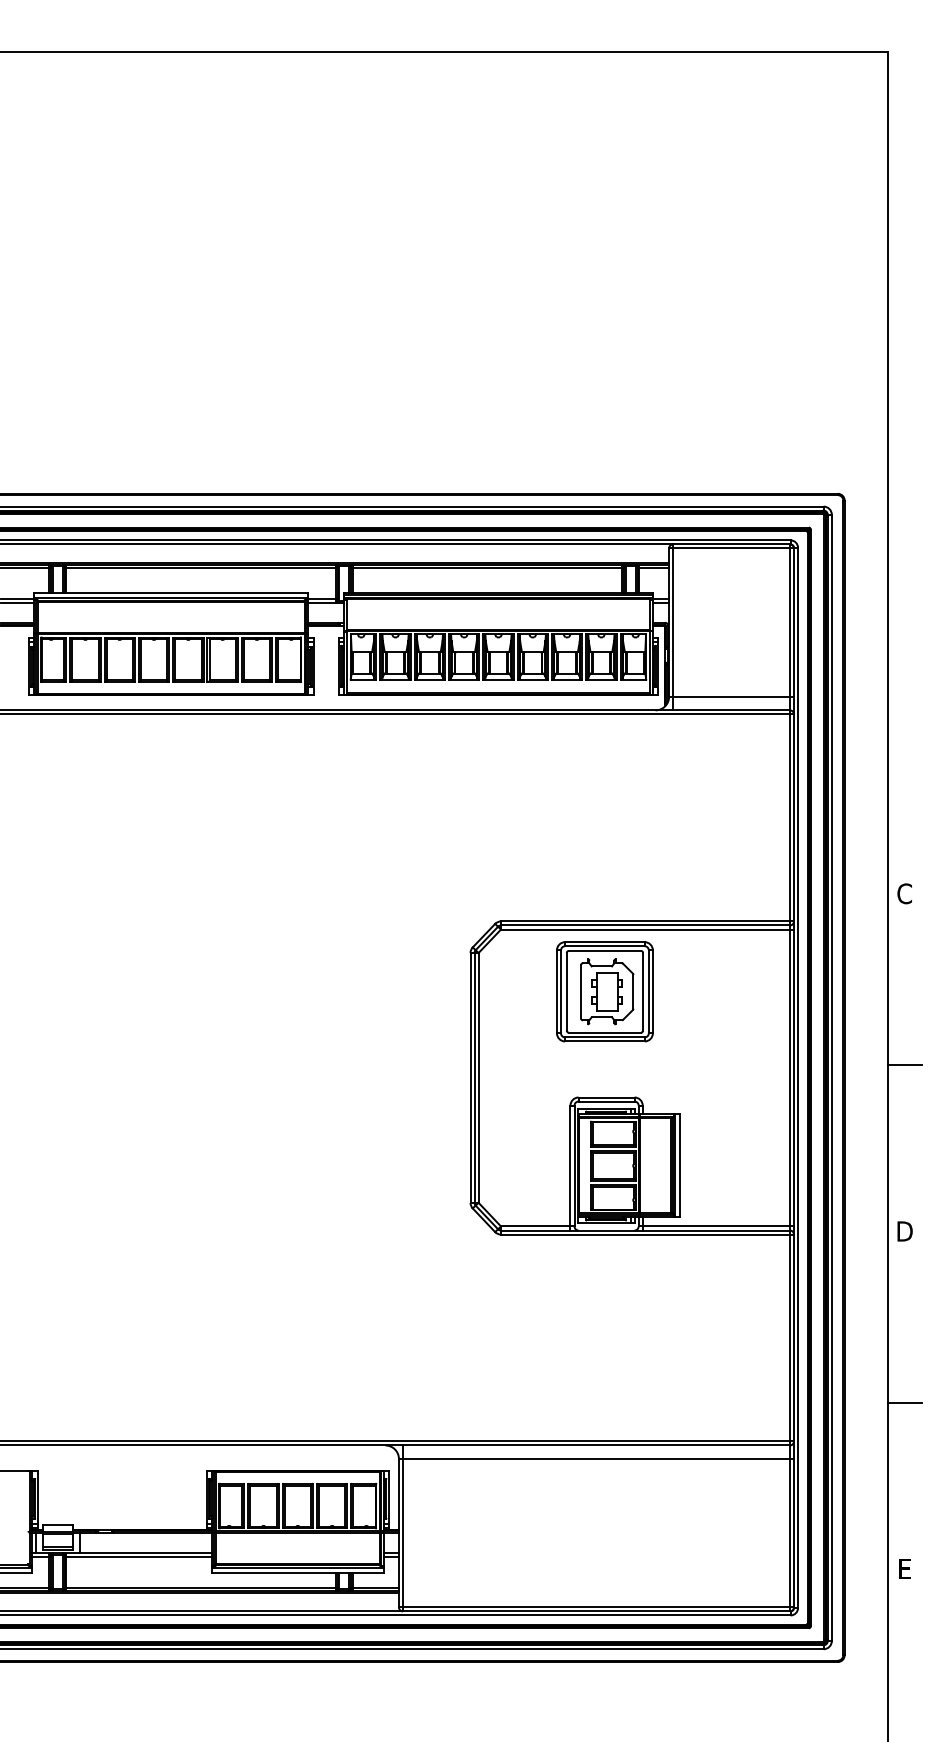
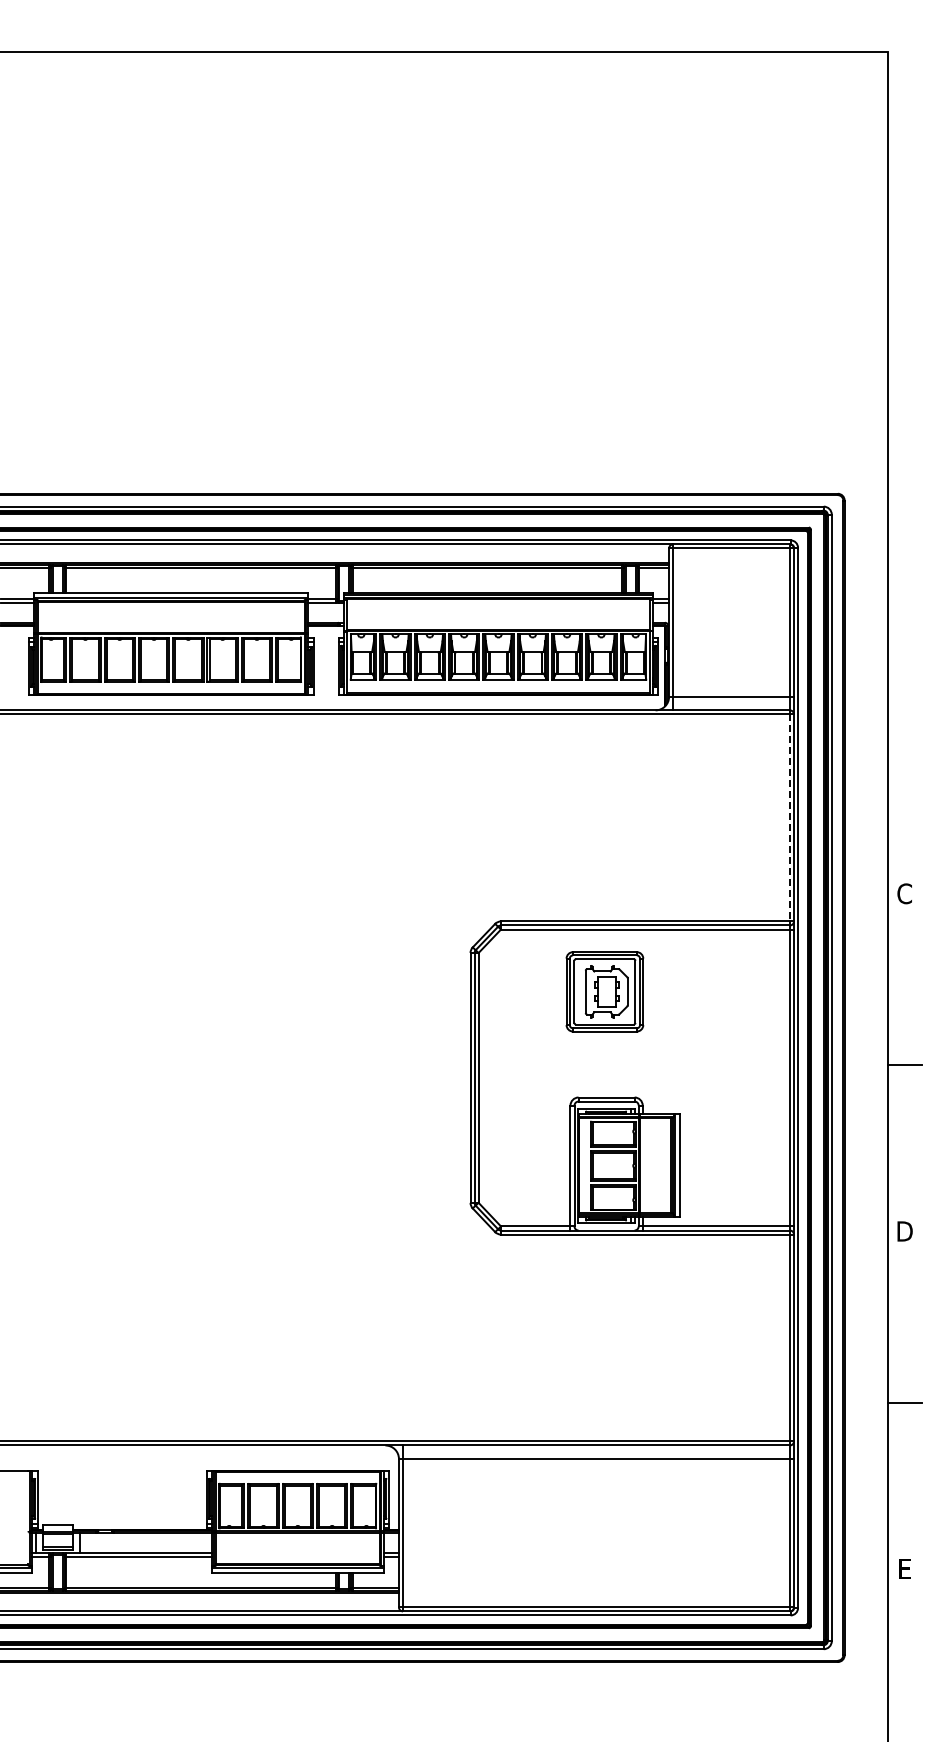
line at (789, 817): solid -> dashed
part at (604, 991) size: 98x102 px -> 80x82 px
